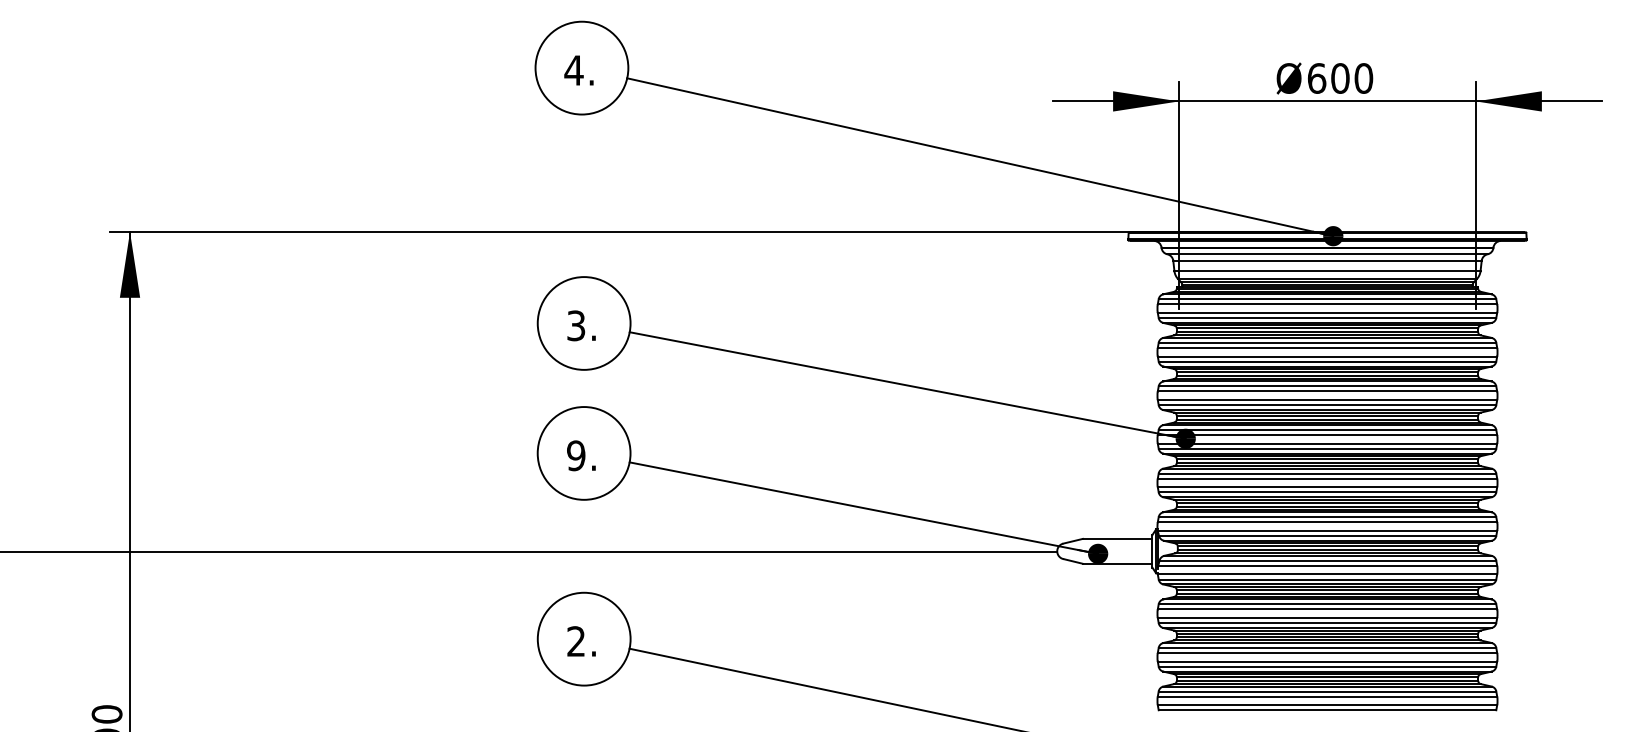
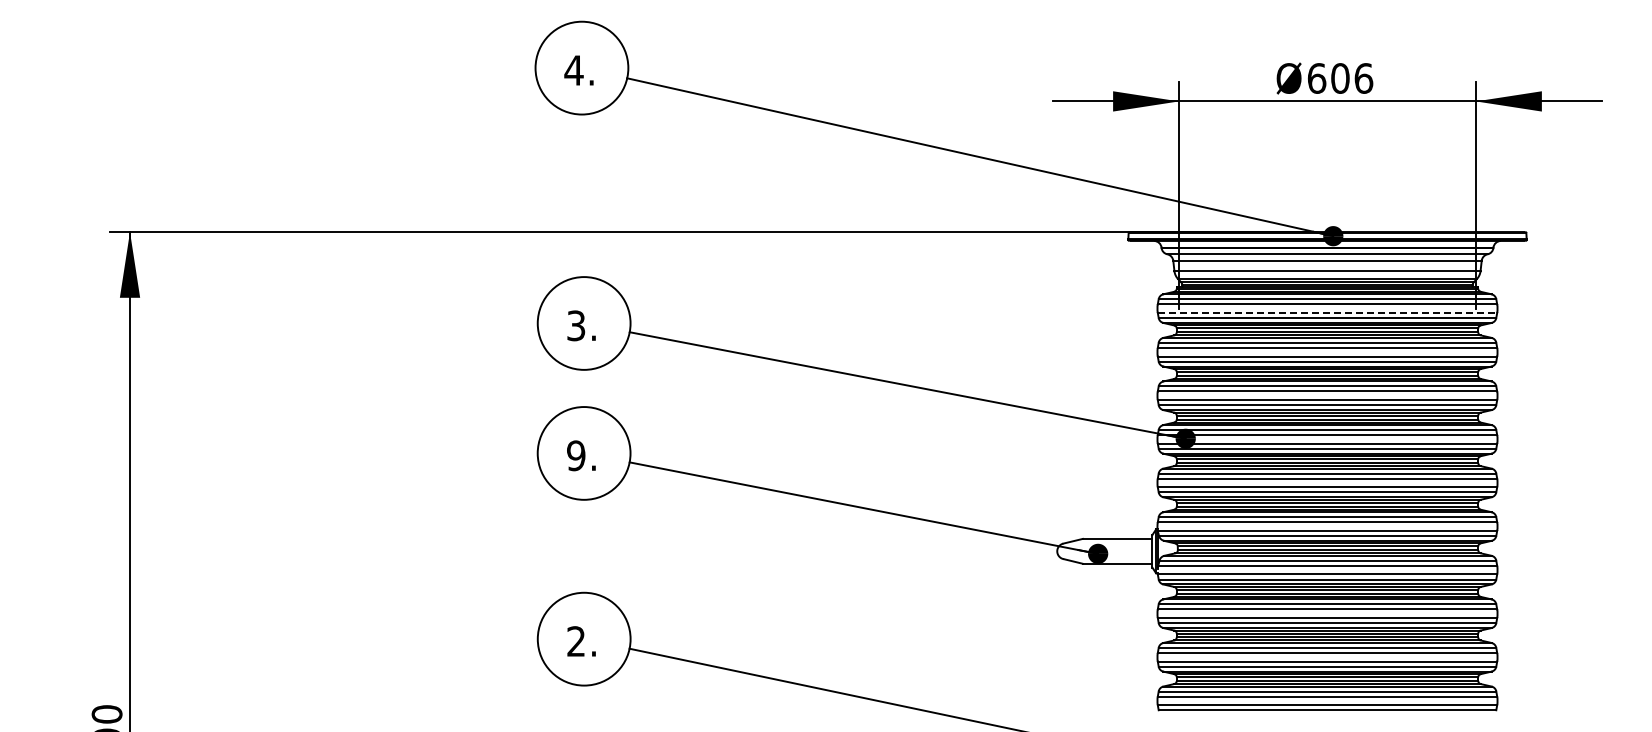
text at (1363, 78): 600 -> 606
line at (1327, 312): solid -> dashed
line at (529, 551): present -> none
